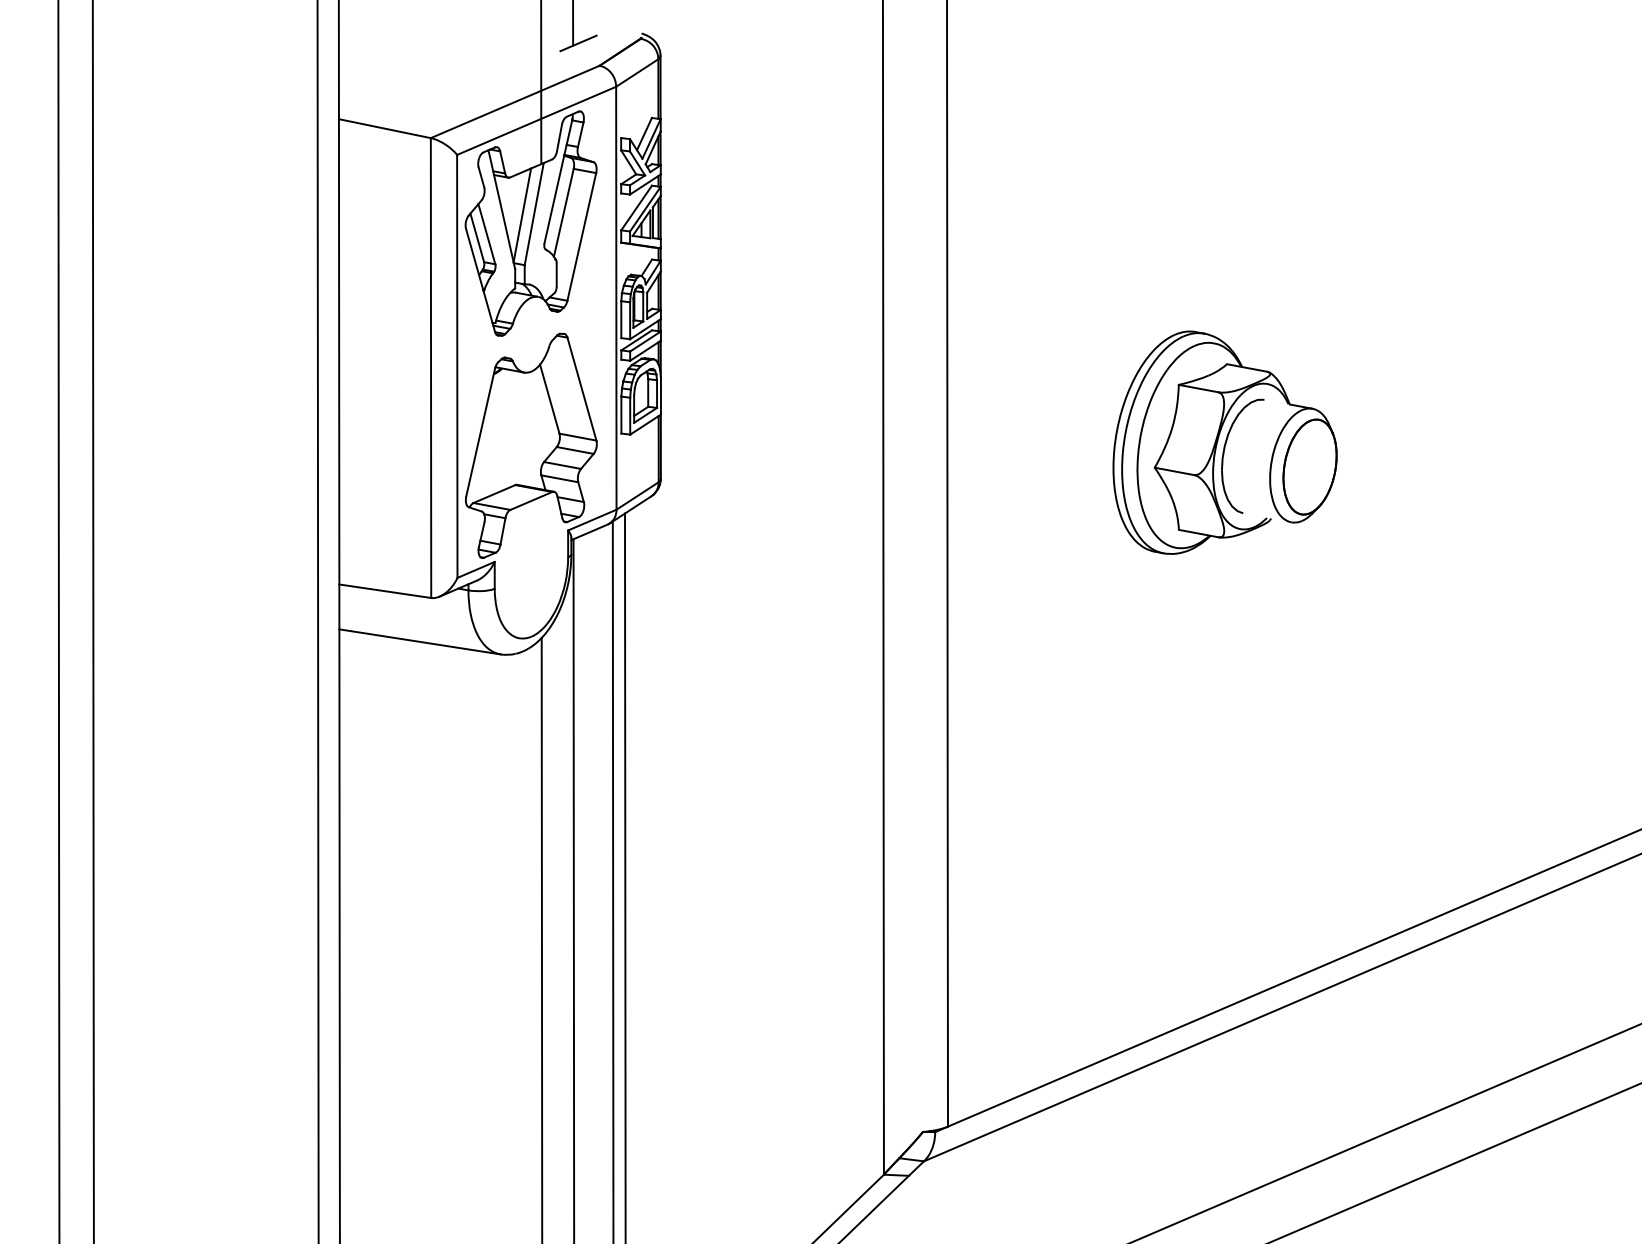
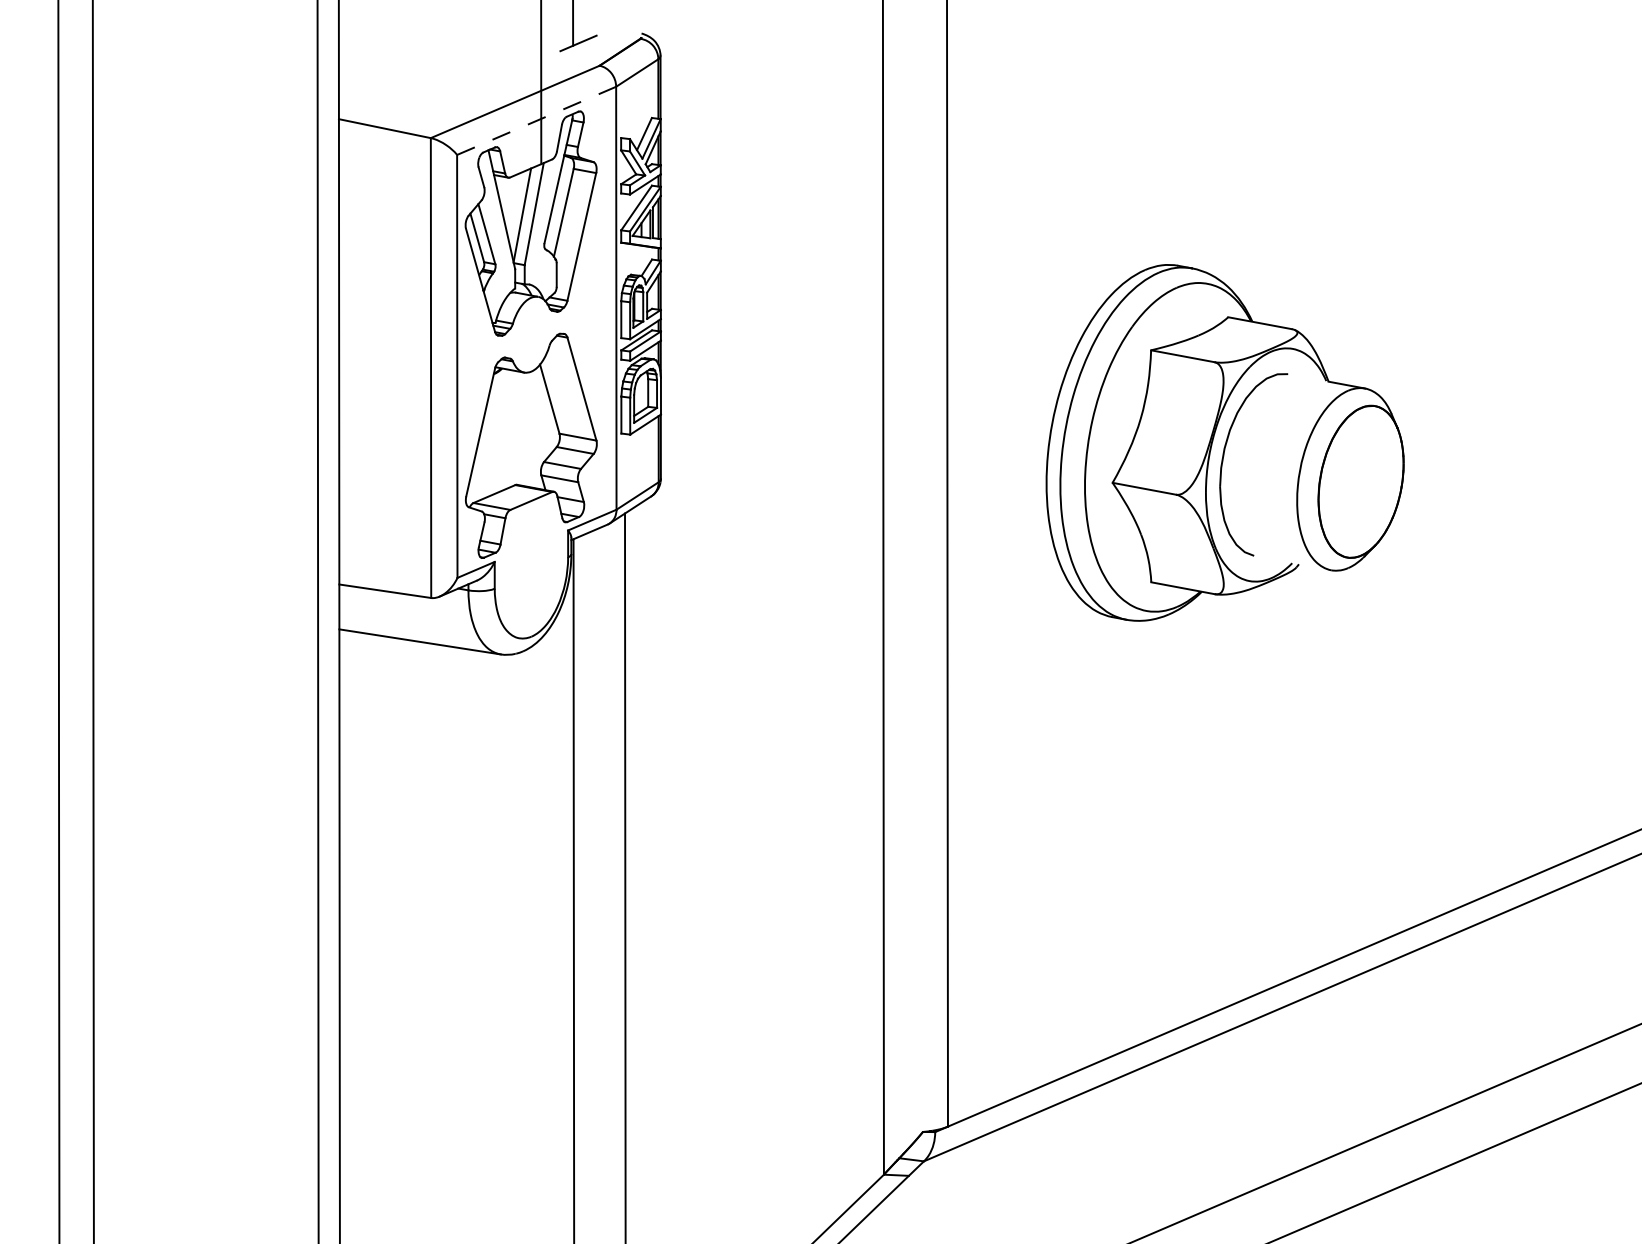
line at (536, 120): solid -> dashed
part at (1224, 442) size: 226x225 px -> 360x358 px
line at (612, 880): present -> none
line at (541, 938): present -> none
